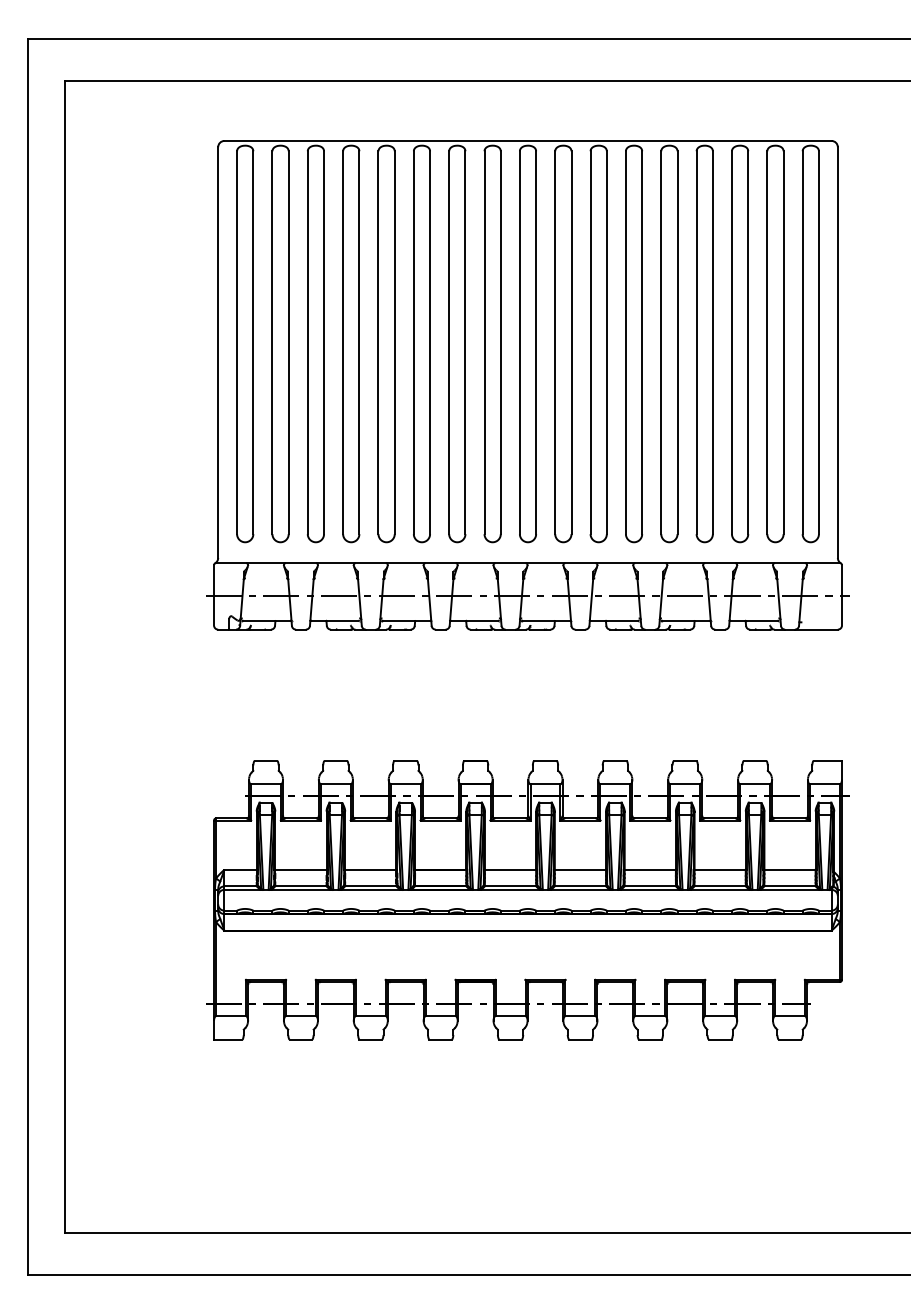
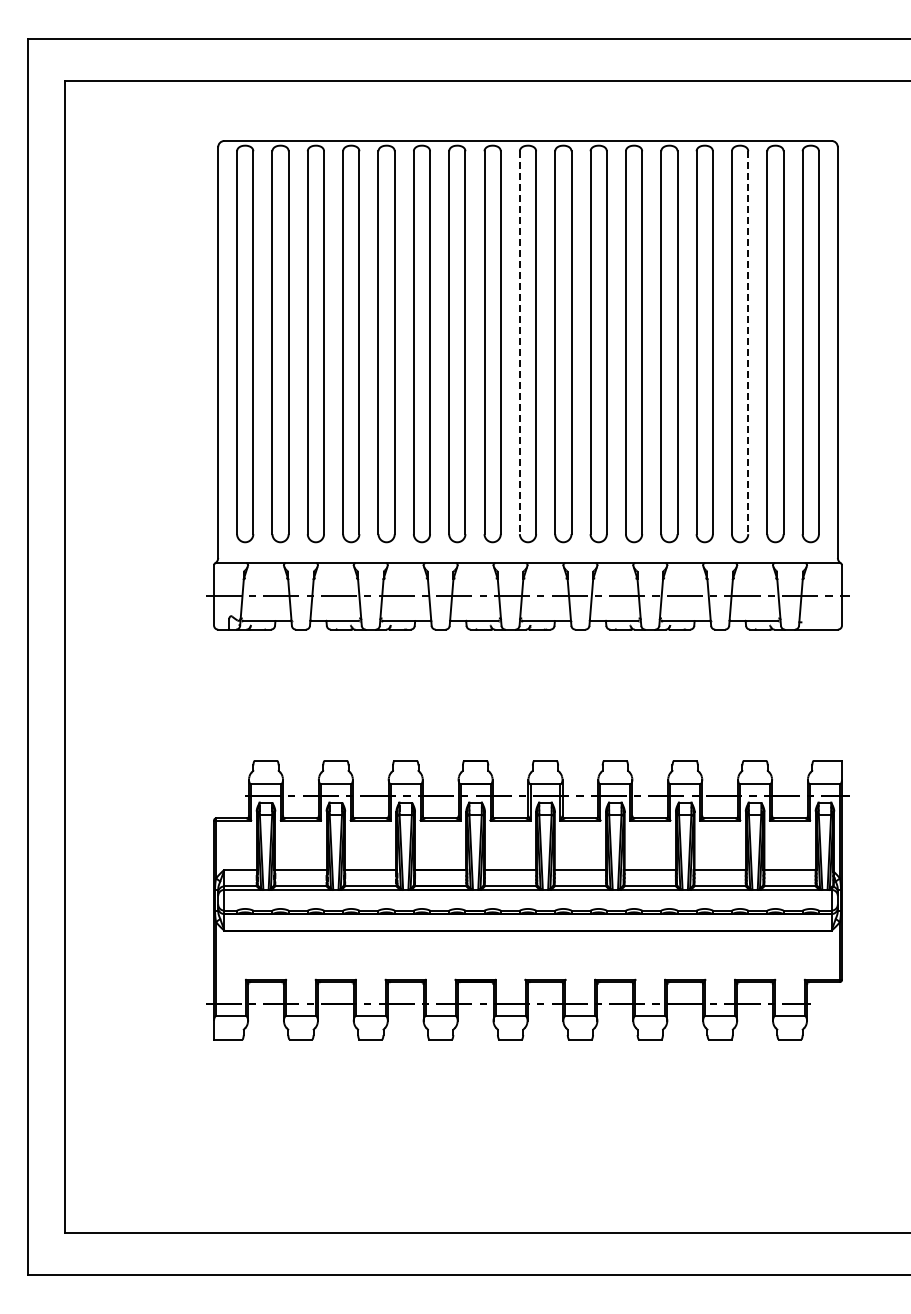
line at (519, 343): solid -> dashed
line at (748, 343): solid -> dashed
